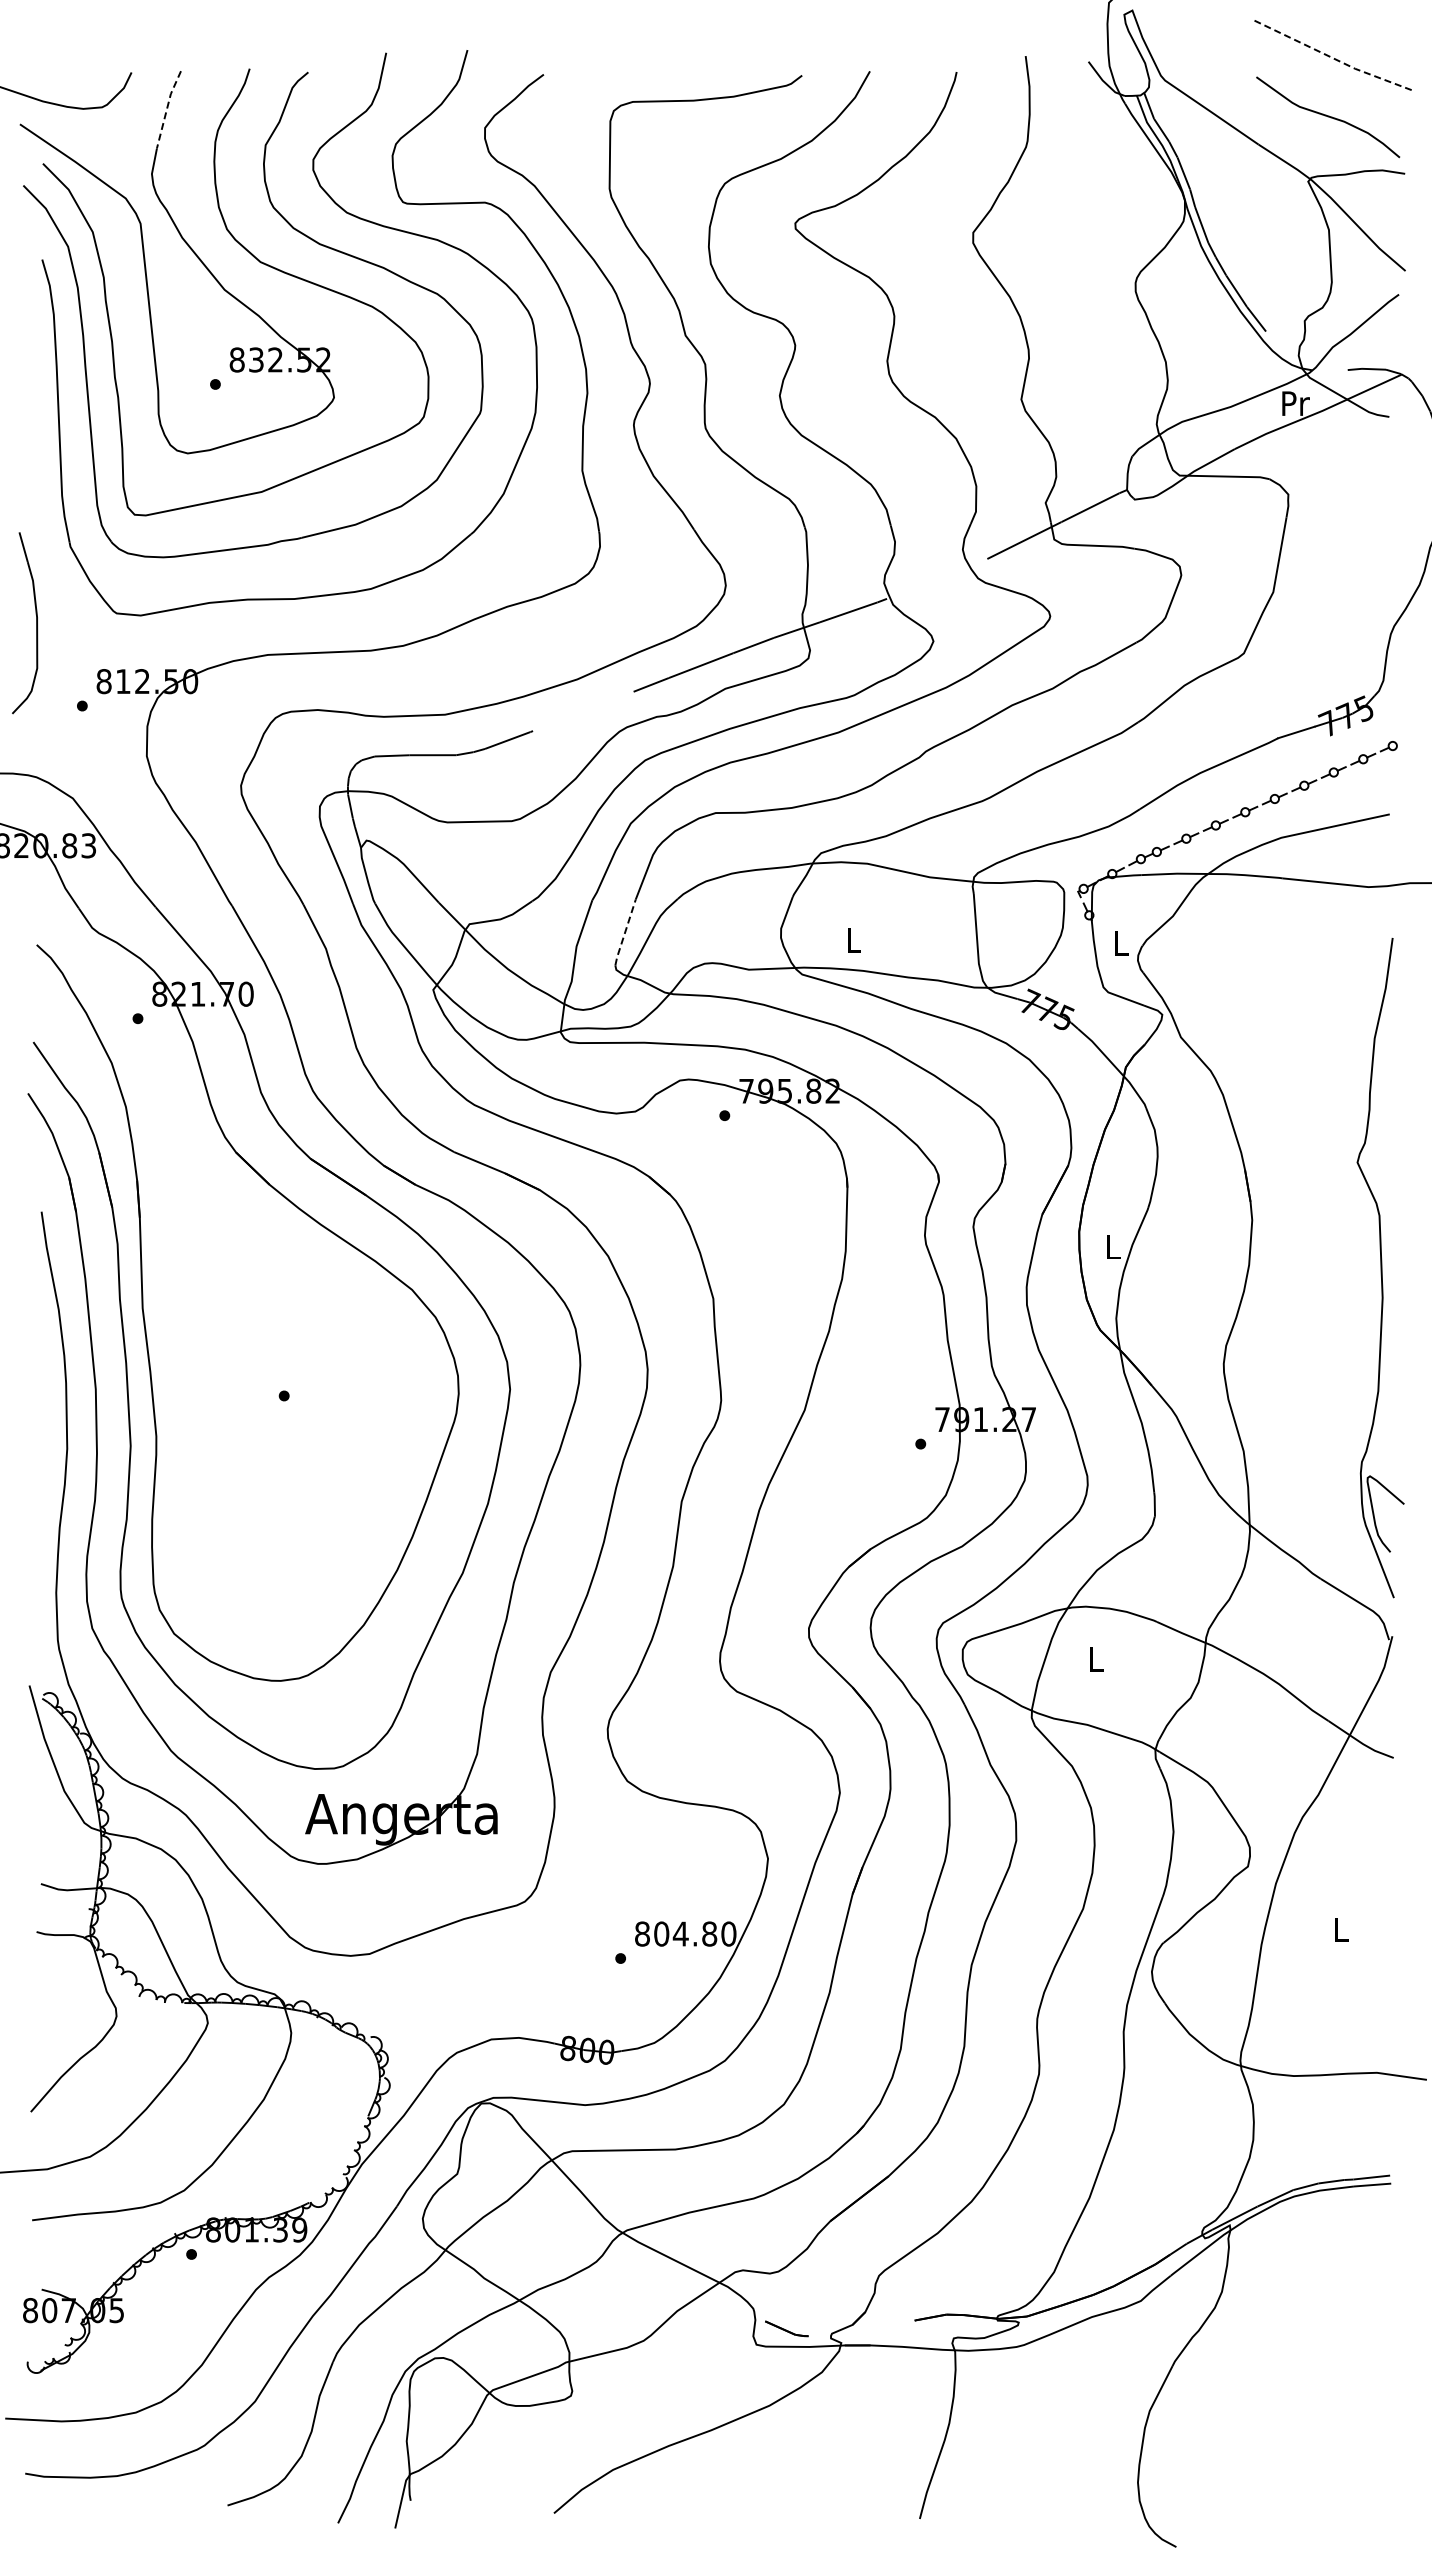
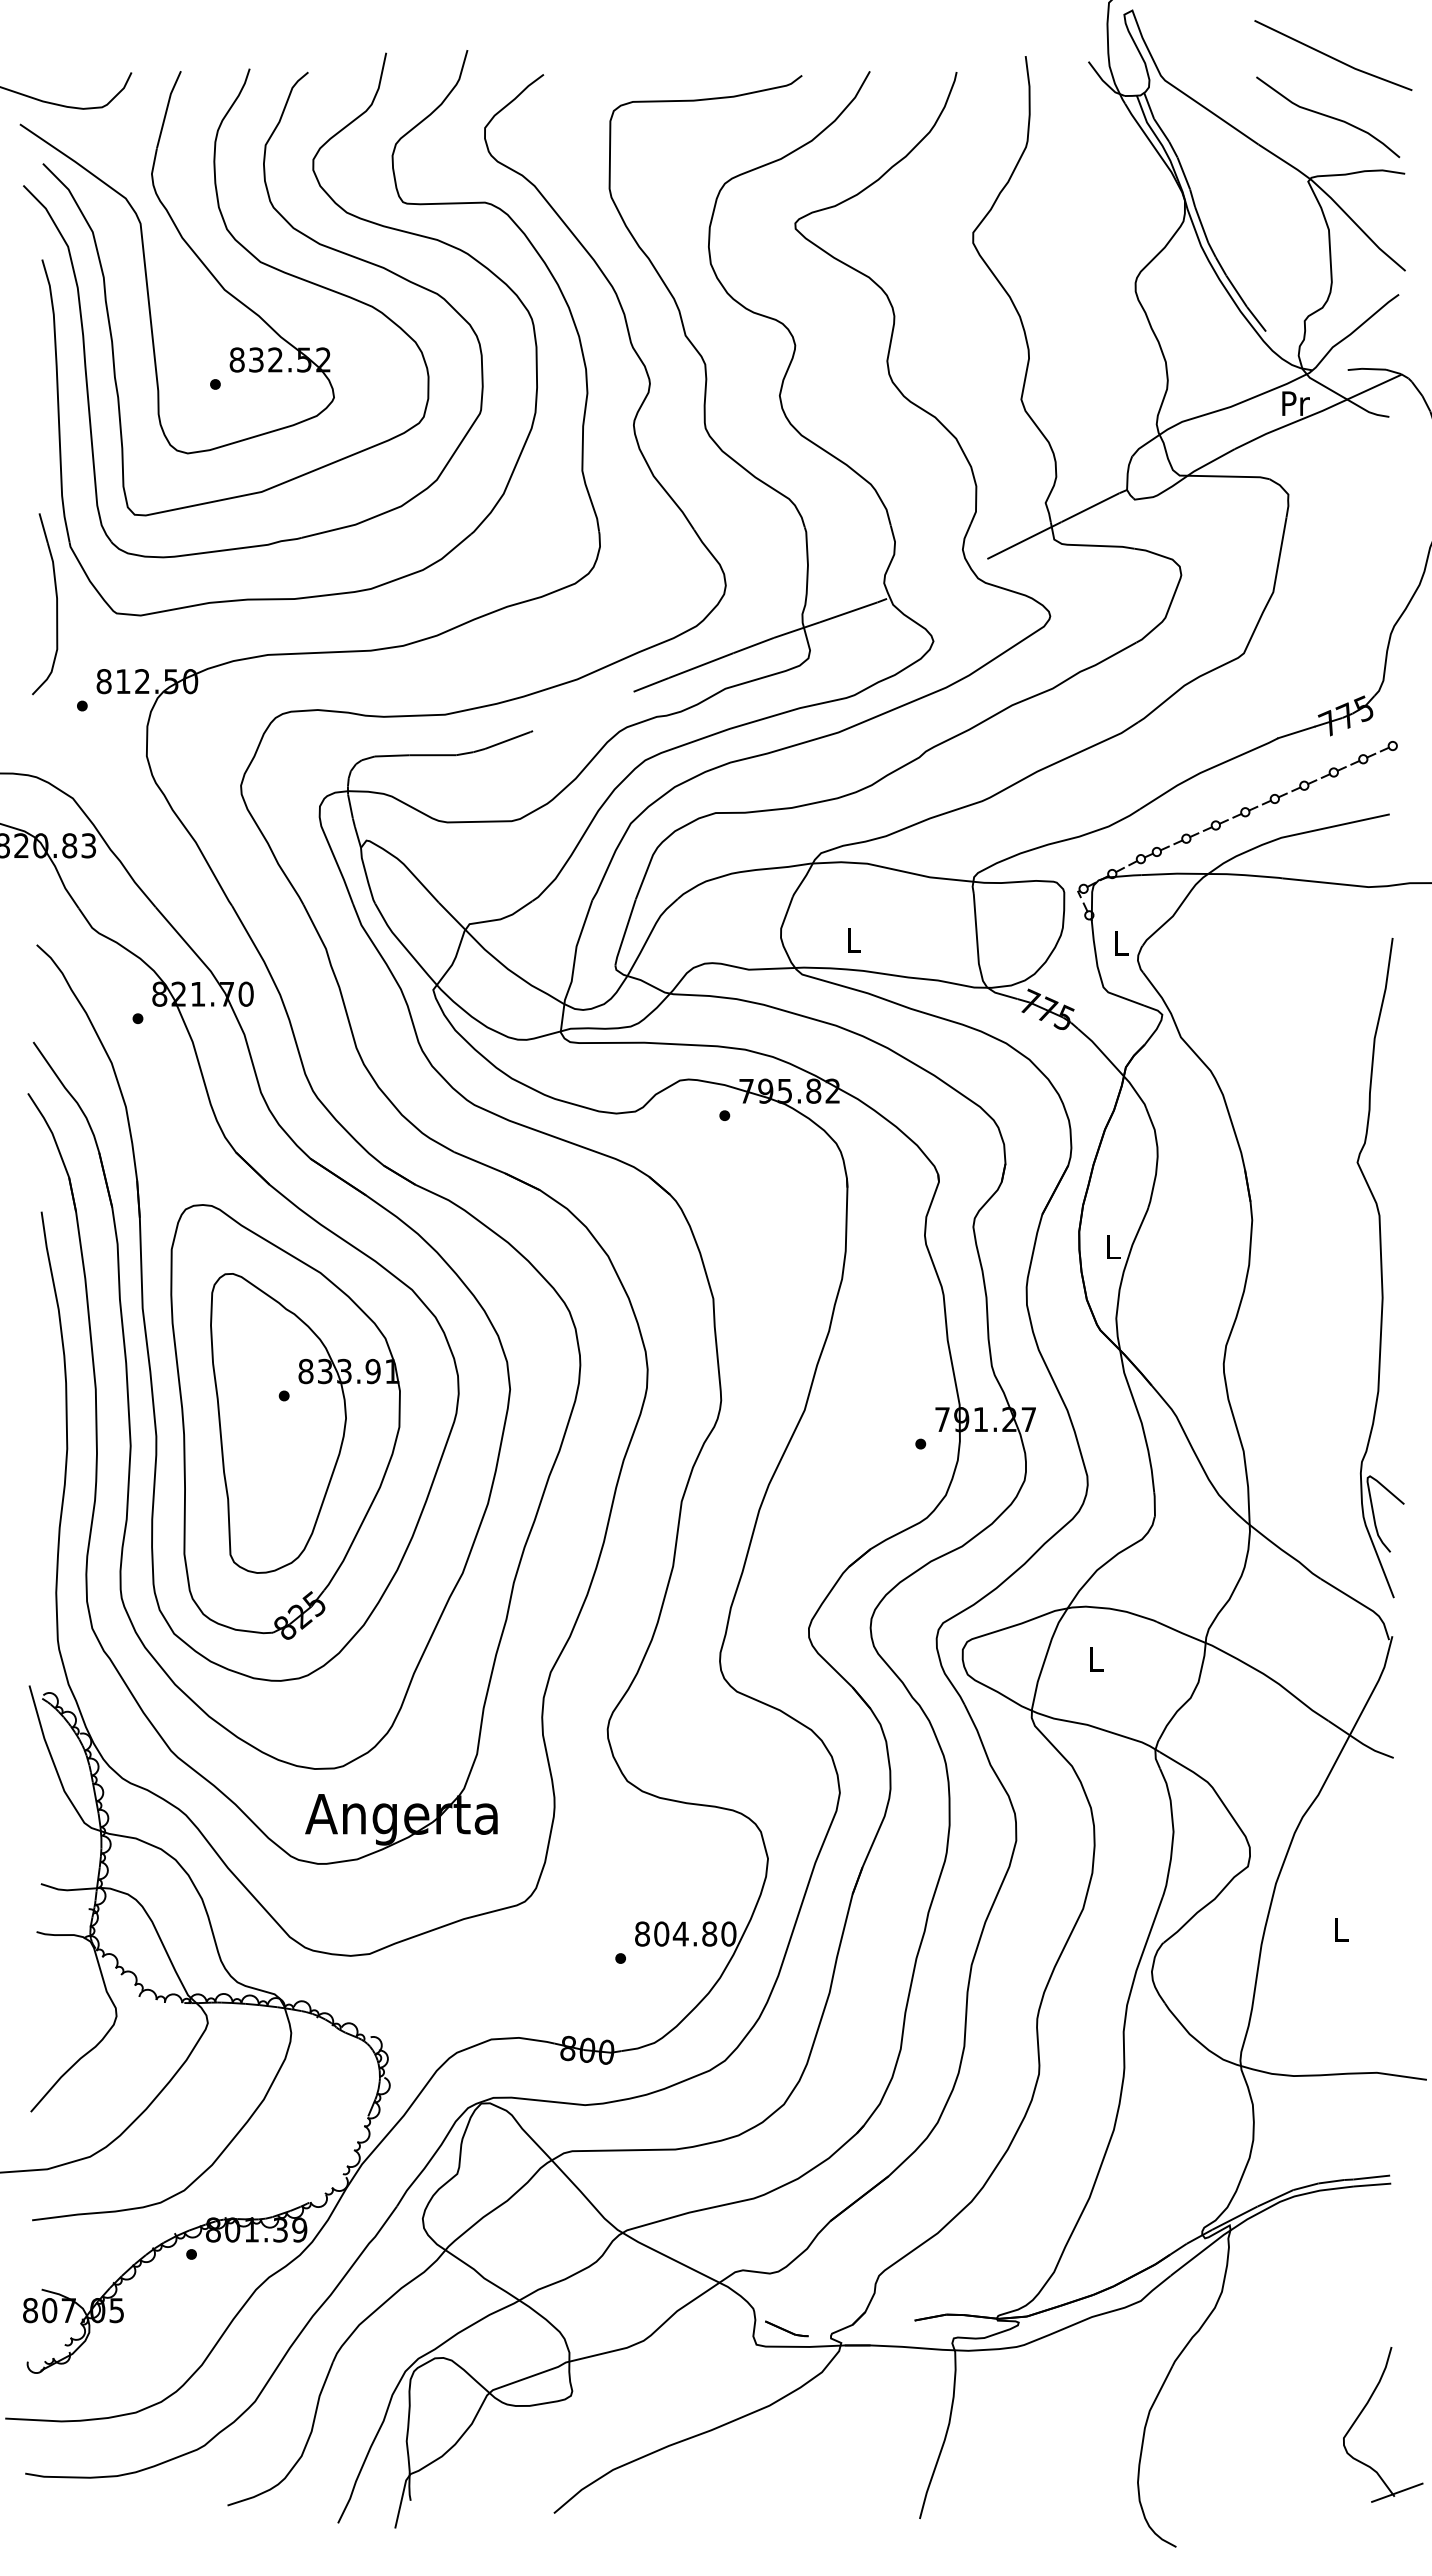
line at (1333, 58): dashed -> solid
line at (166, 109): dashed -> solid
part at (36, 623) position: (36, 623) -> (56, 604)
line at (625, 932): dashed -> solid
part at (285, 1421): none -> present
part at (1362, 2412): none -> present
